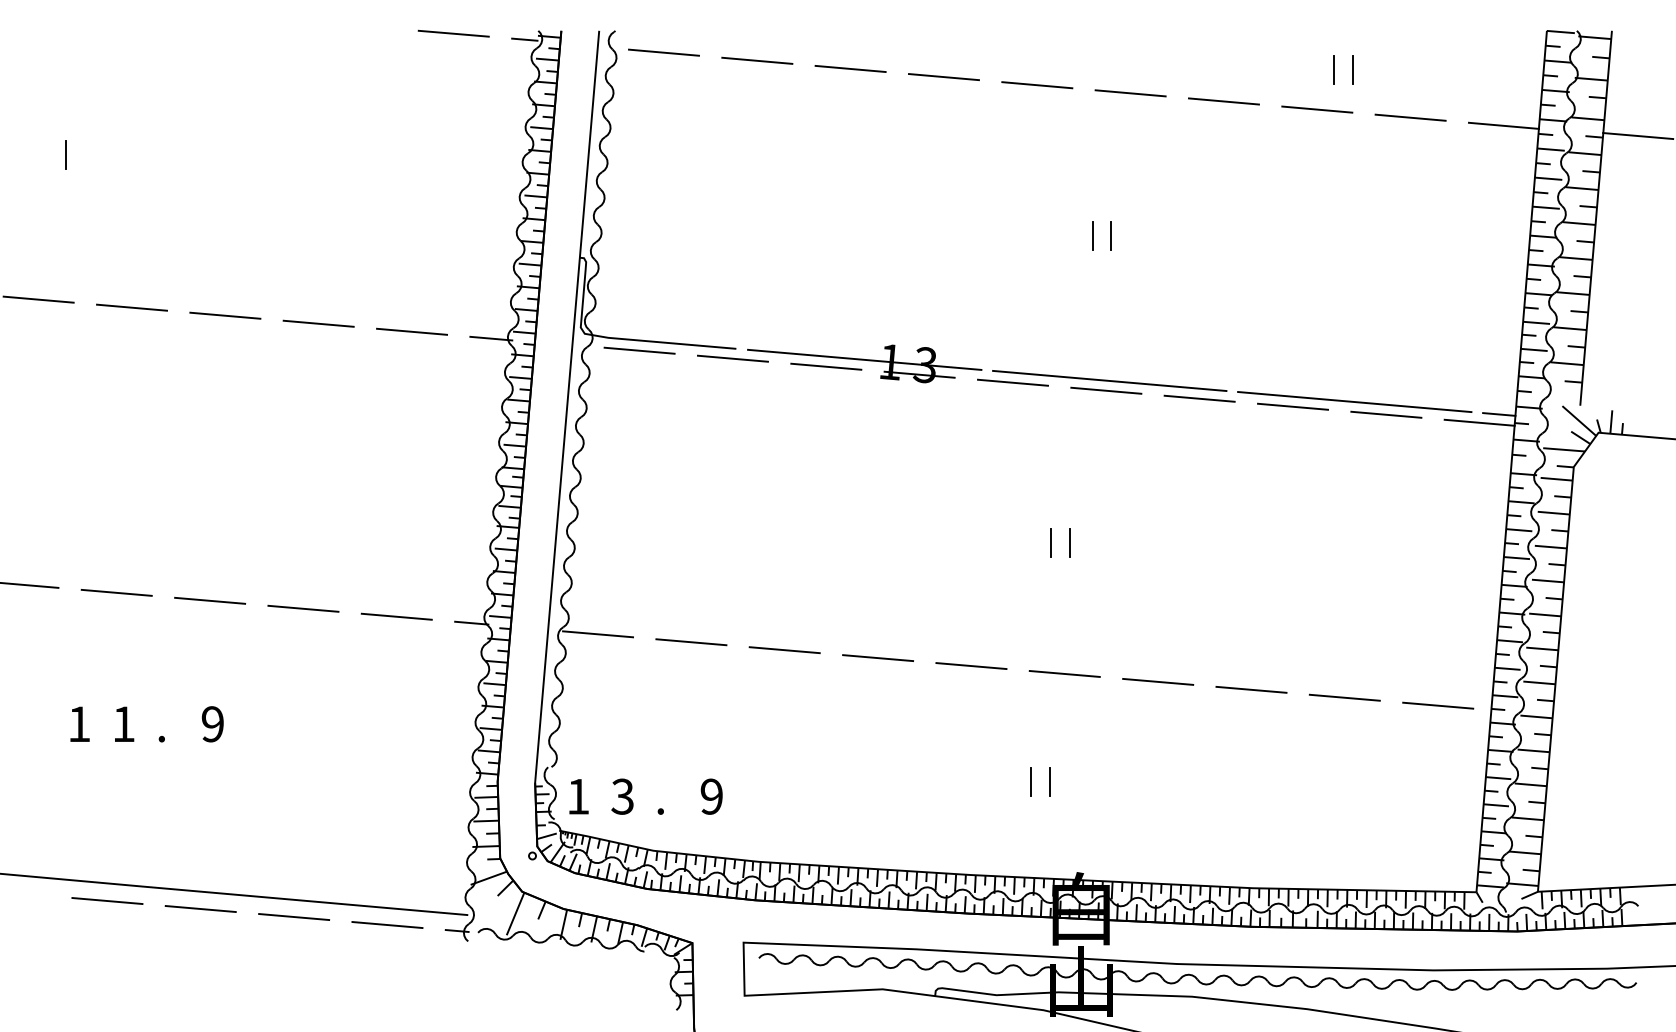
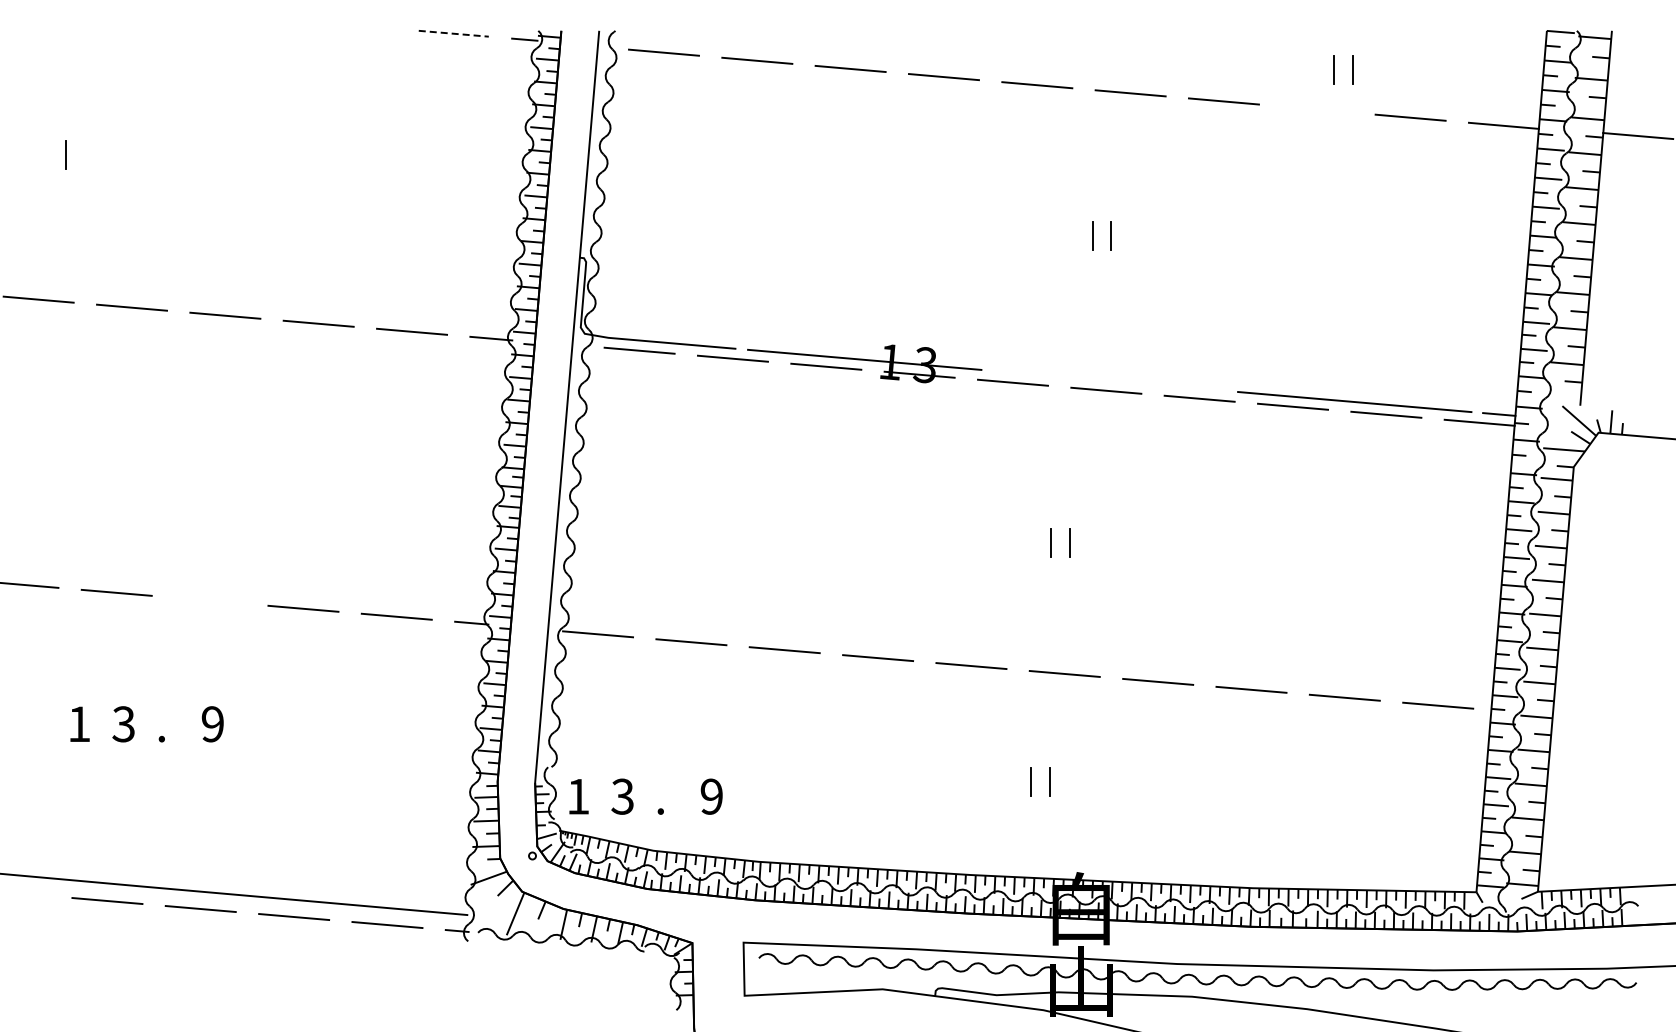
line at (454, 33): solid -> dashed
line at (1317, 109): present -> none
line at (1109, 380): present -> none
line at (210, 600): present -> none
text at (123, 724): 1 -> 3
